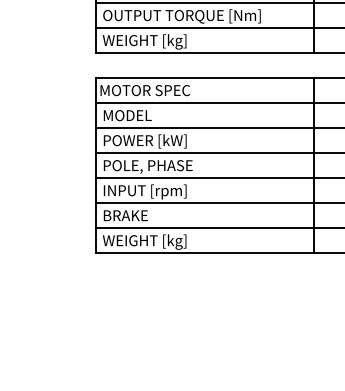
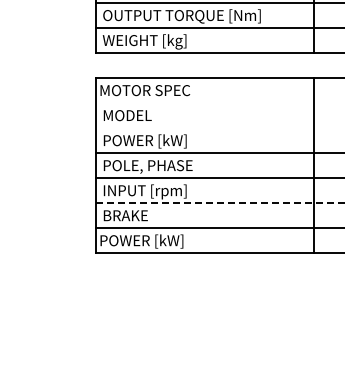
line at (218, 103): present -> none
line at (218, 128): present -> none
line at (220, 203): solid -> dashed
text at (143, 241): WEIGHT [kg] -> POWER [kW]
